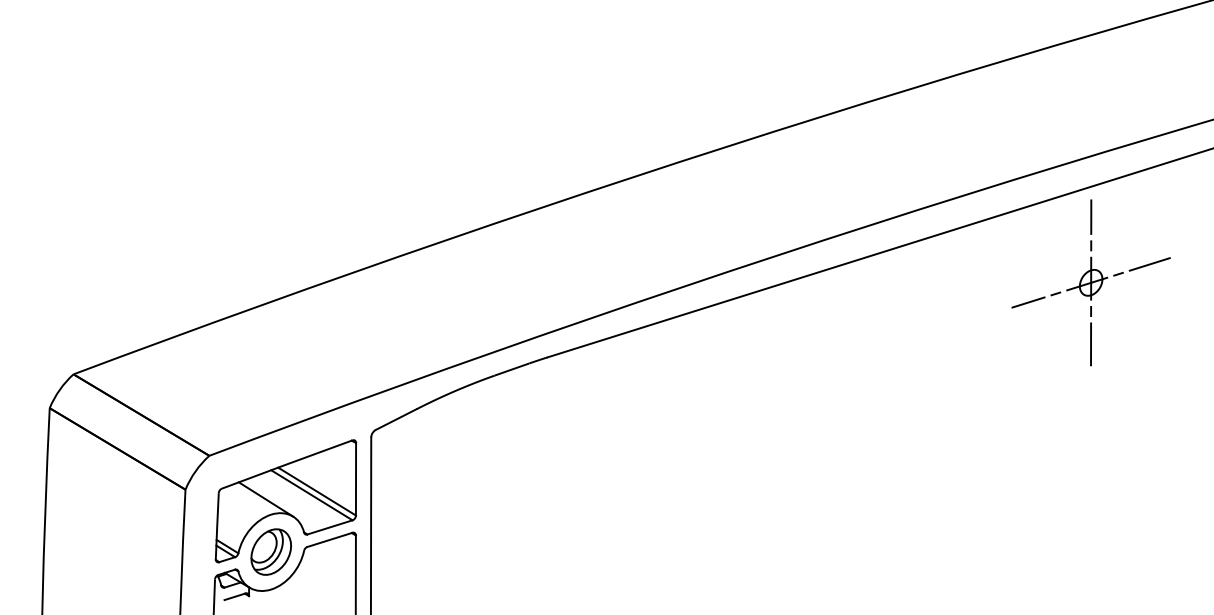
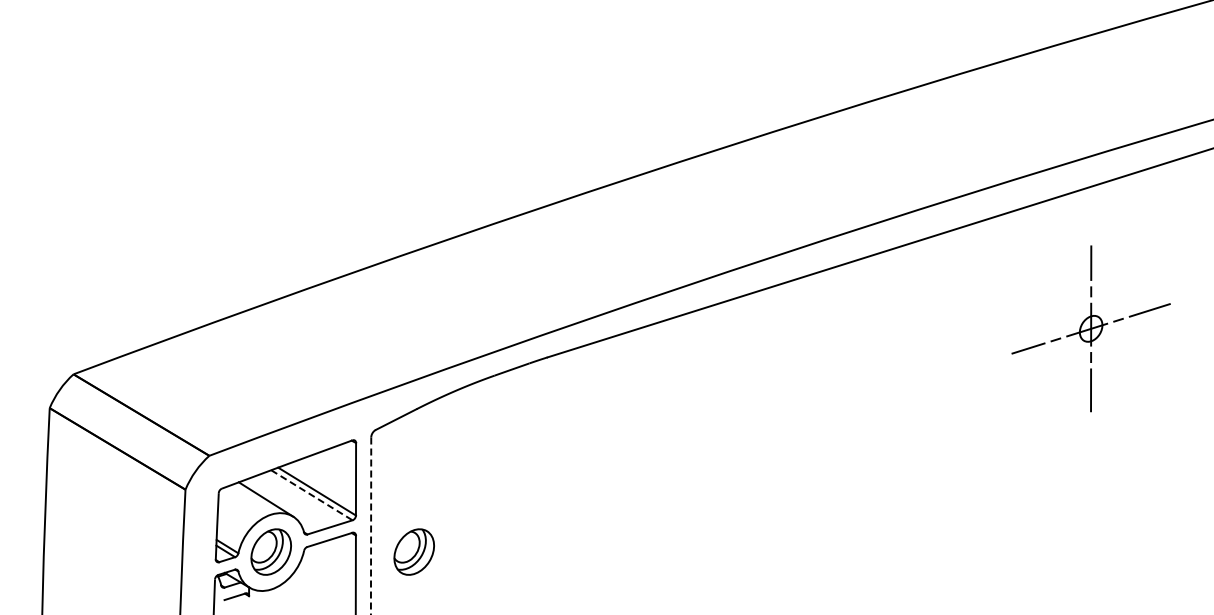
part at (1090, 282) position: (1090, 282) -> (1090, 328)
line at (311, 495): solid -> dashed
line at (371, 526): solid -> dashed
part at (413, 551): none -> present
